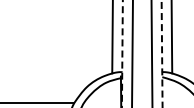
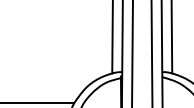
line at (122, 54): dashed -> solid
line at (162, 54): dashed -> solid
